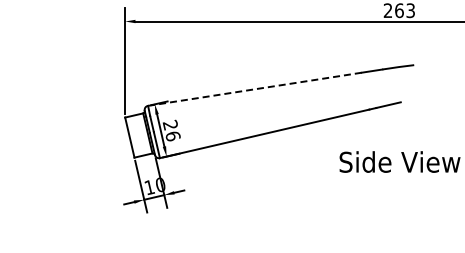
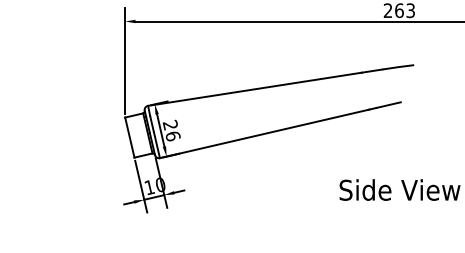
line at (254, 89): dashed -> solid
text at (399, 161) position: (399, 161) -> (399, 189)
